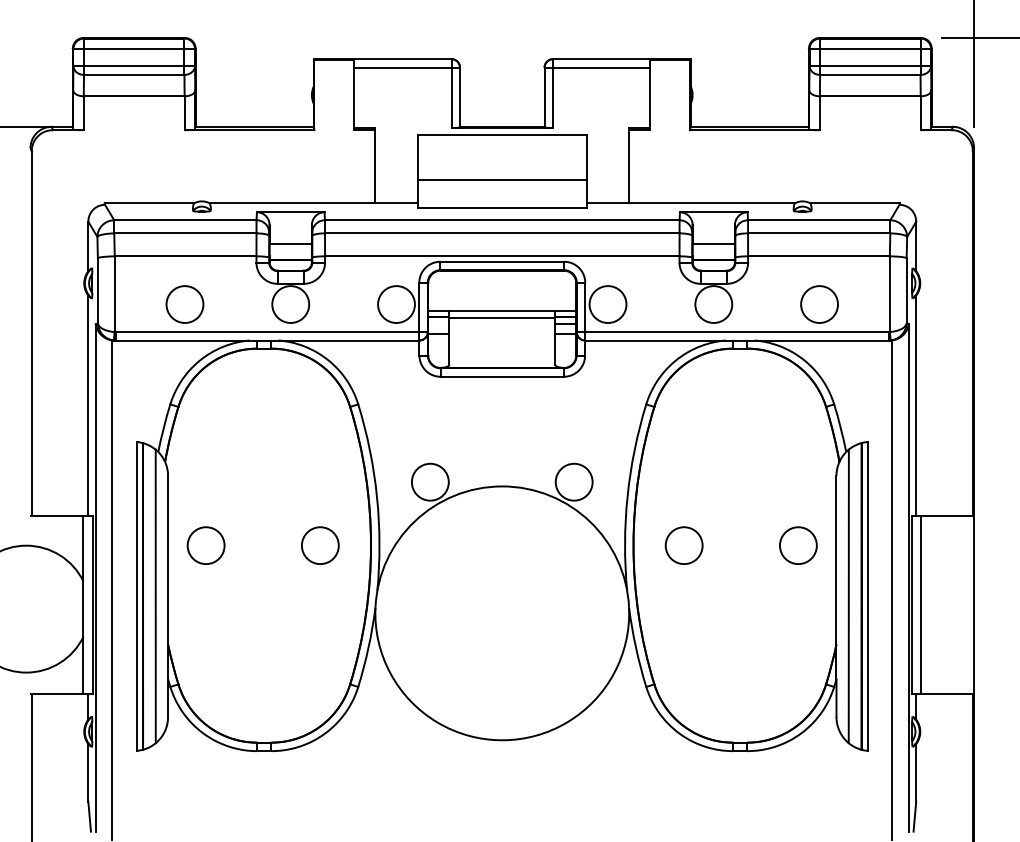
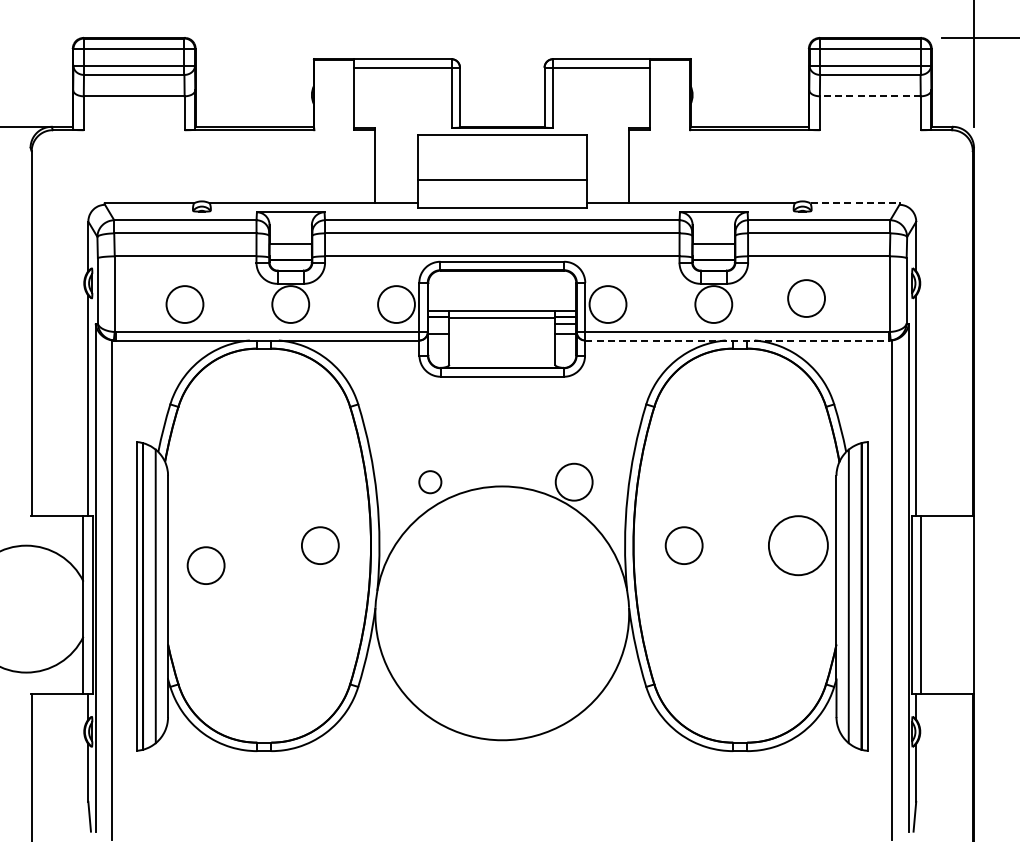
line at (869, 96): solid -> dashed
line at (855, 203): solid -> dashed
circle at (819, 304) position: (819, 304) -> (806, 298)
line at (737, 340): solid -> dashed
circle at (429, 481) diameter: 37 px -> 22 px
circle at (205, 545) position: (205, 545) -> (205, 565)
circle at (797, 545) diameter: 37 px -> 59 px
